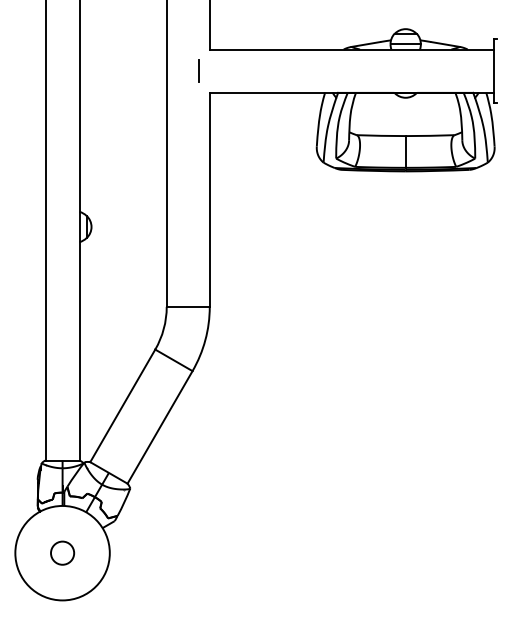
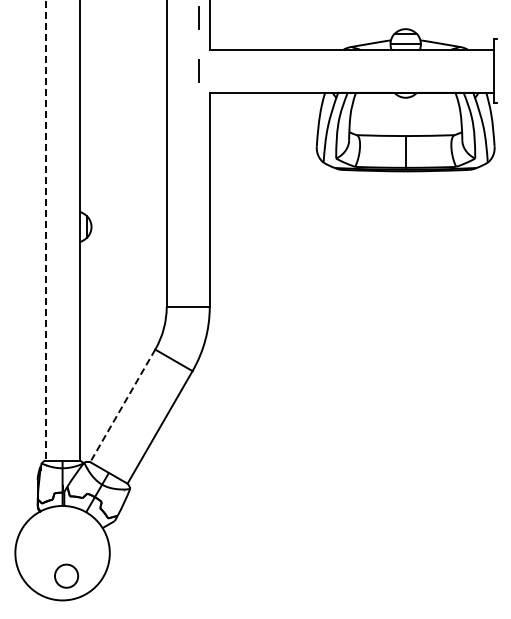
line at (198, 17): none -> present
line at (45, 230): solid -> dashed
line at (122, 405): solid -> dashed
circle at (62, 552) position: (62, 552) -> (66, 575)
